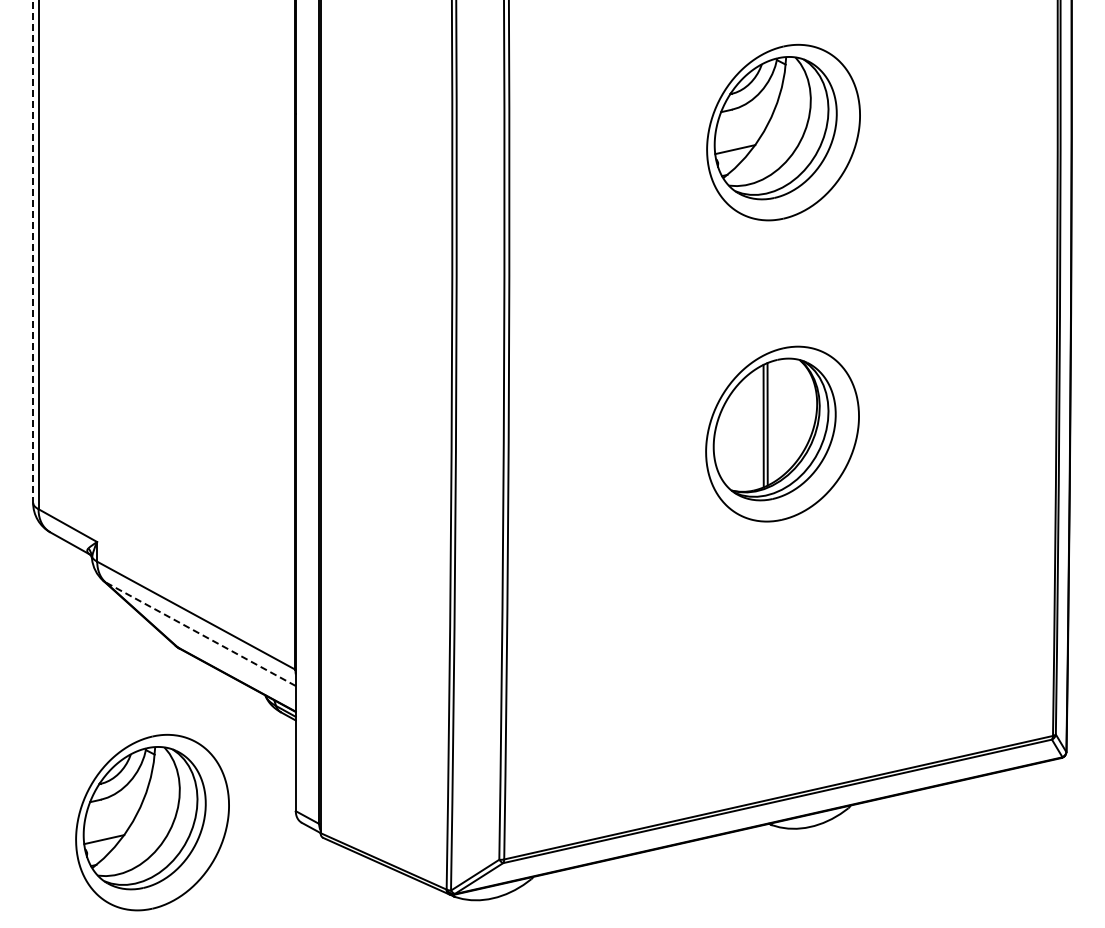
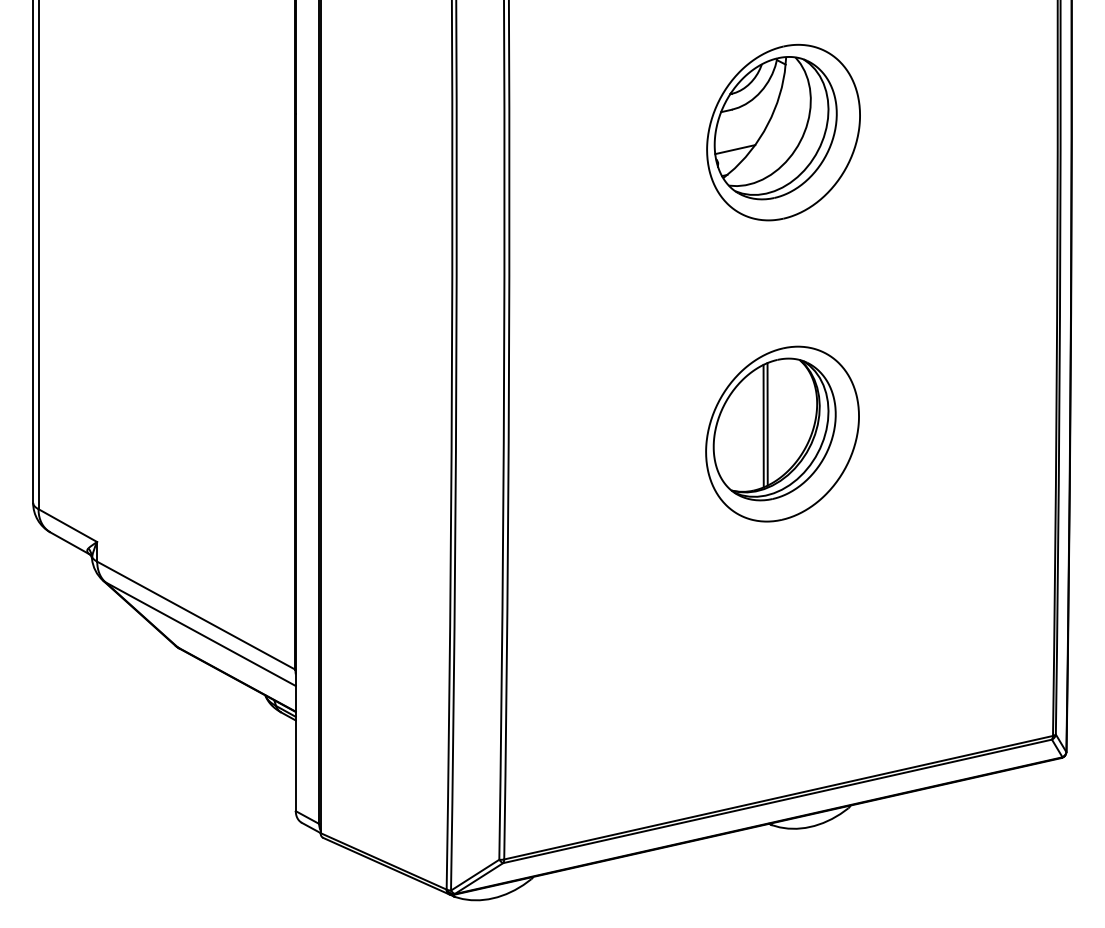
line at (33, 252): dashed -> solid
line at (200, 633): dashed -> solid
part at (152, 822): present -> none
